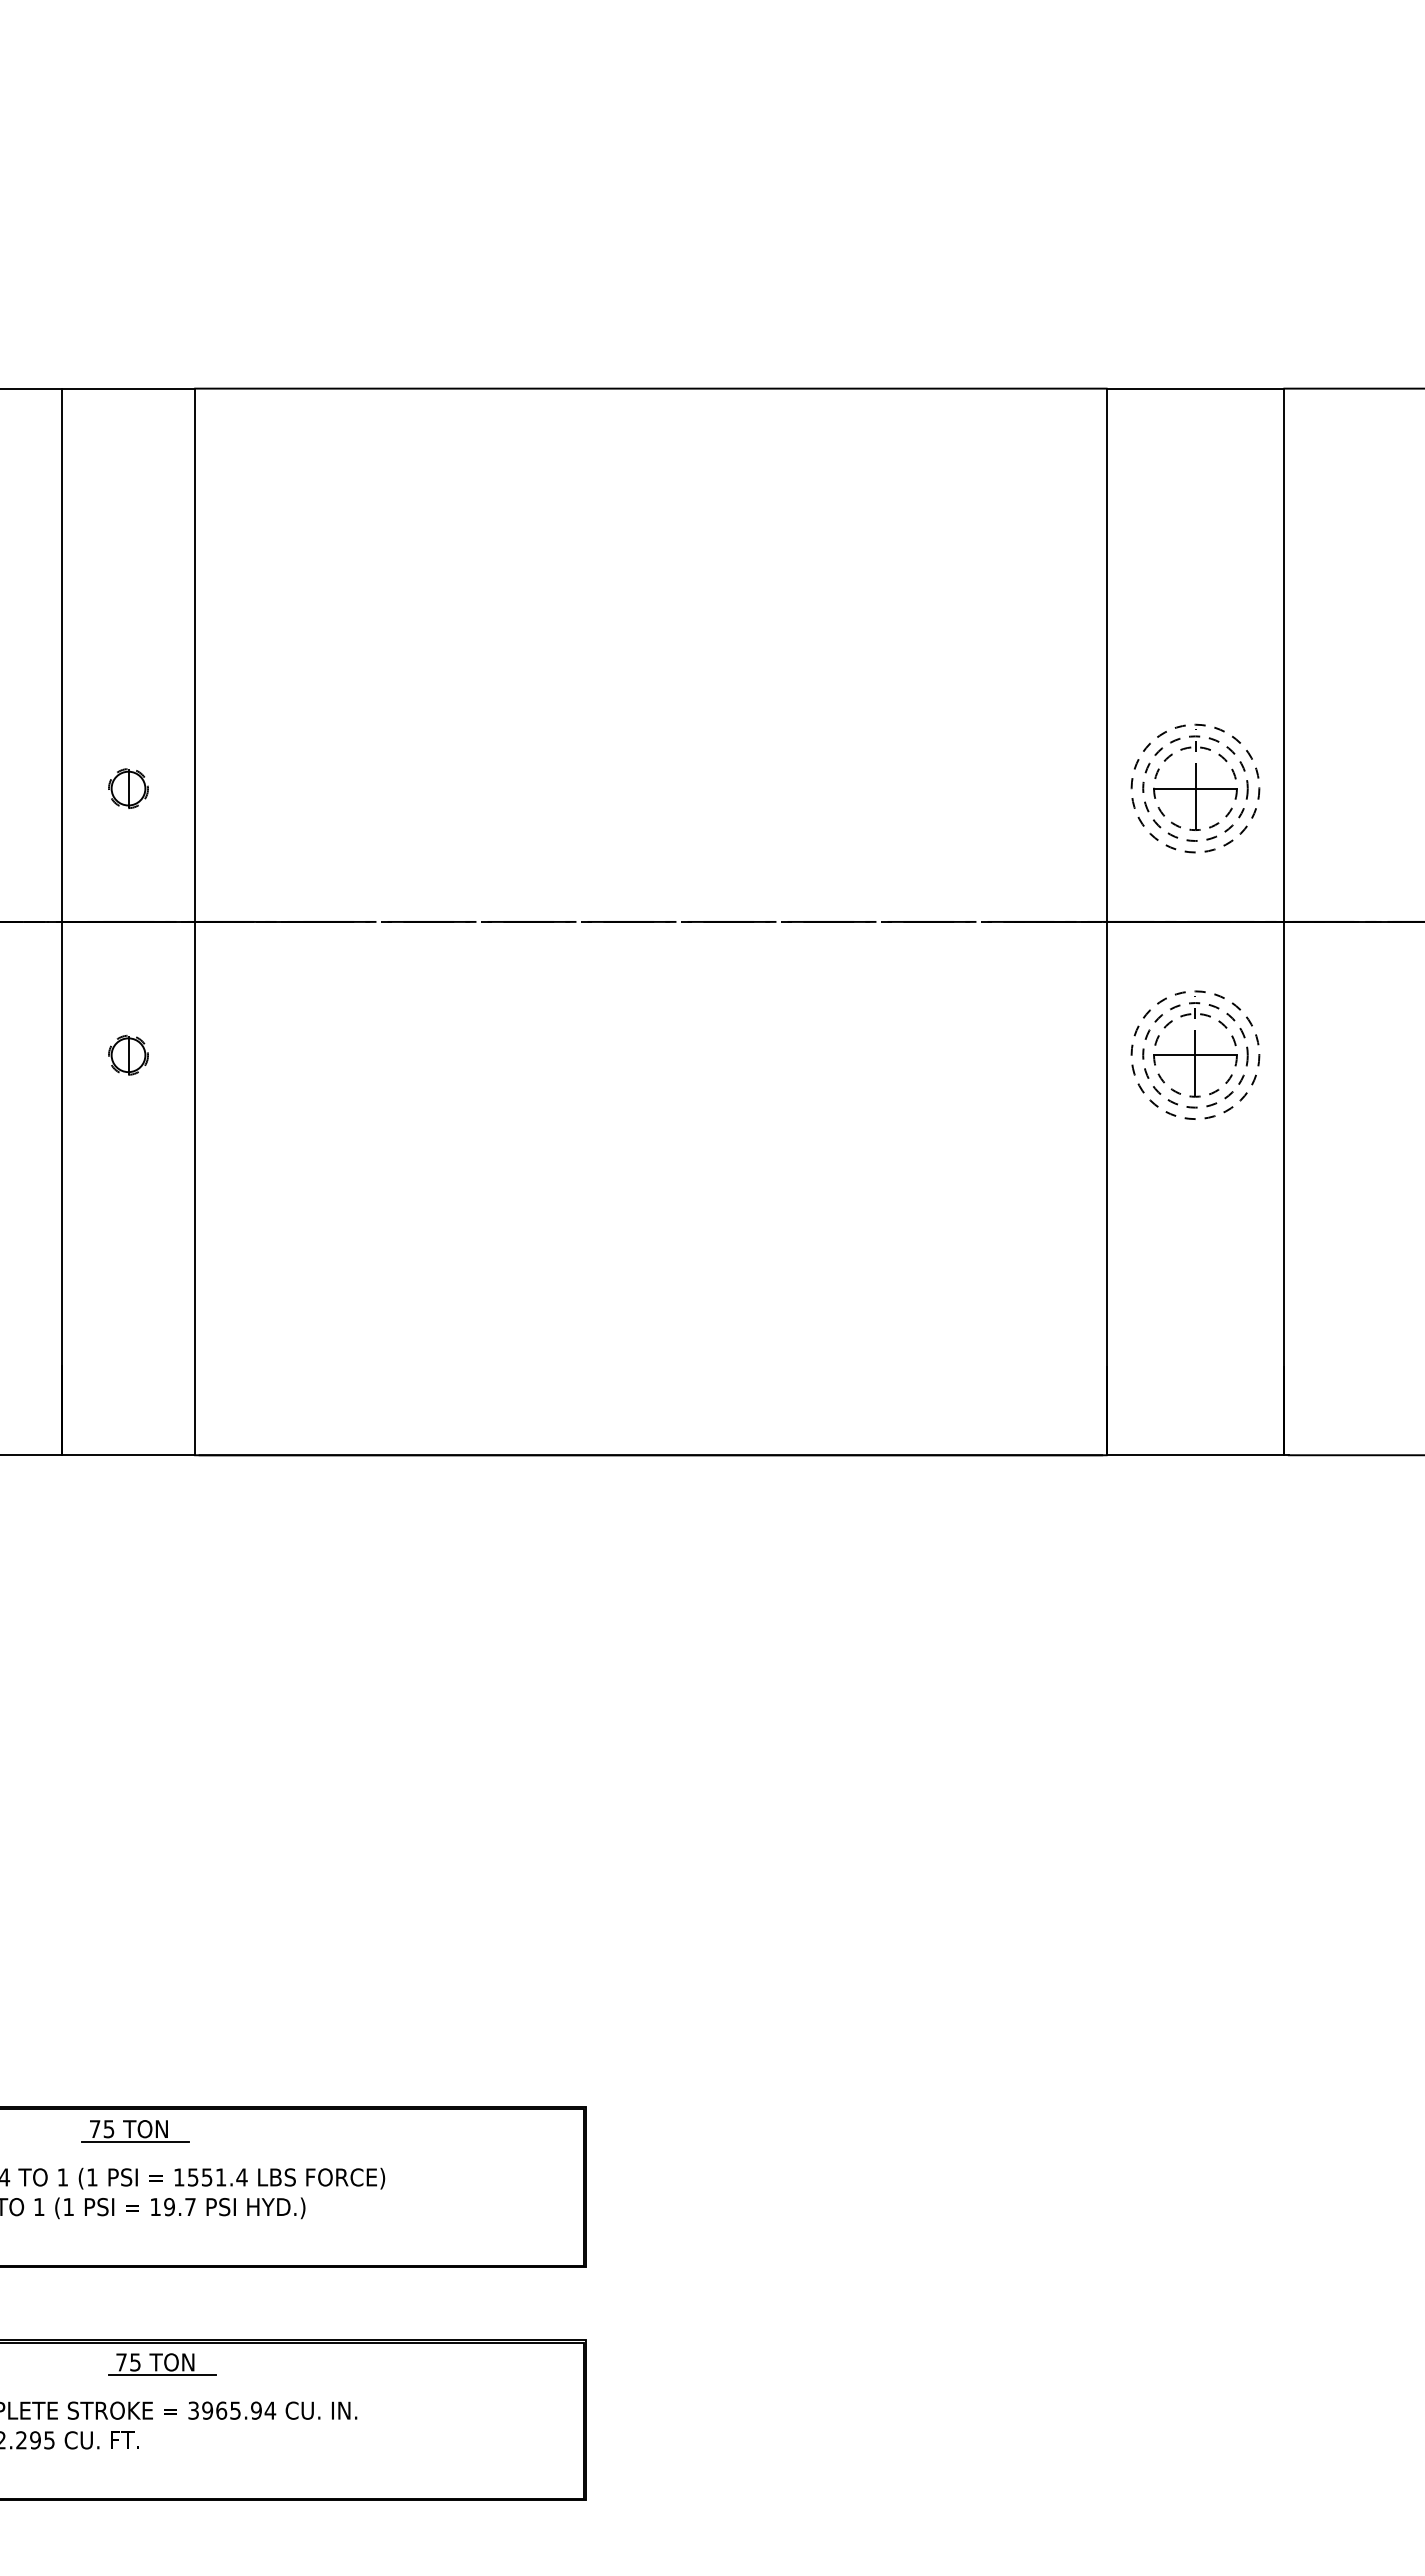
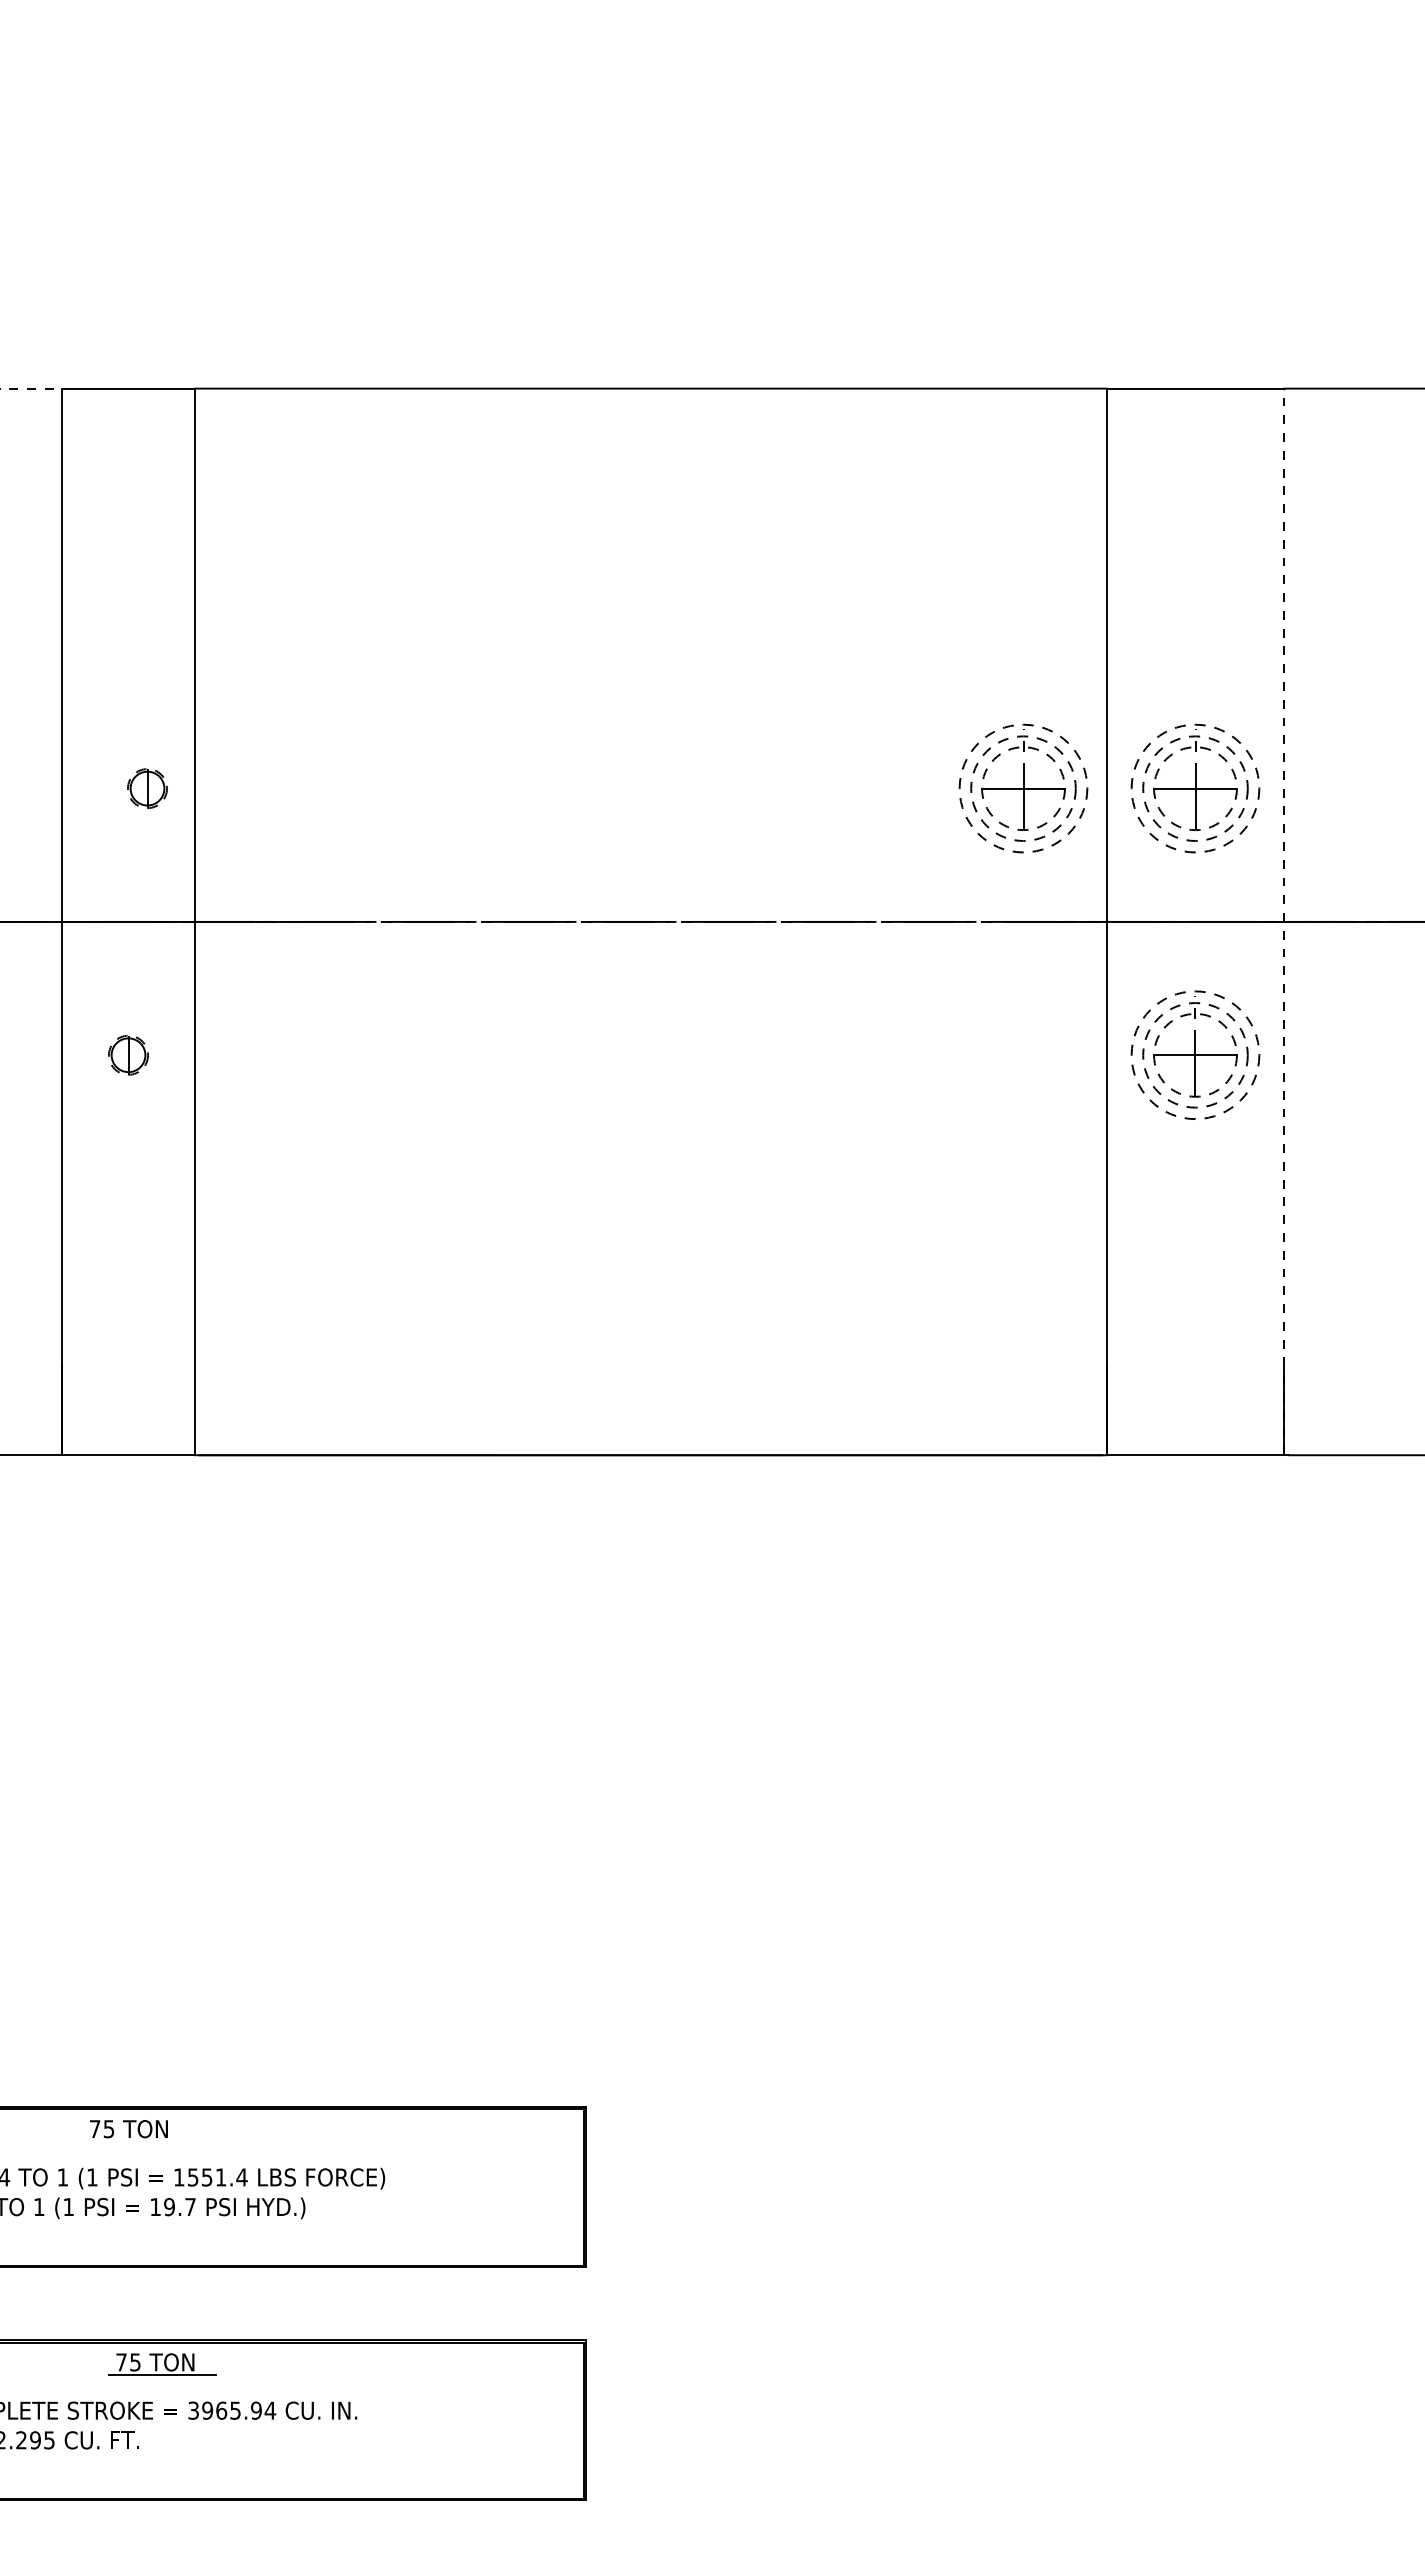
line at (31, 388): solid -> dashed
part at (128, 788) position: (128, 788) -> (147, 788)
part at (1023, 788): none -> present
line at (1284, 921): solid -> dashed
line at (135, 2142): present -> none
